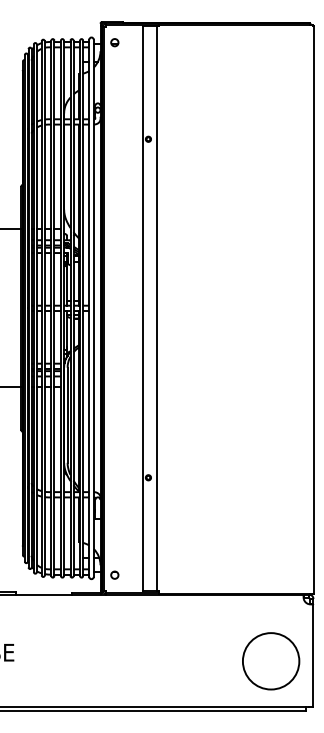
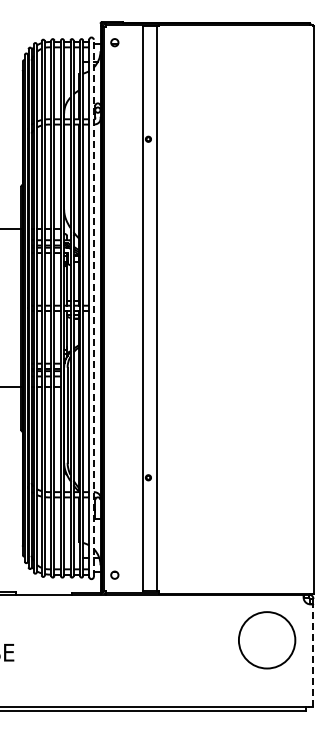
line at (93, 308): solid -> dashed
line at (313, 654): solid -> dashed
circle at (271, 661) position: (271, 661) -> (267, 640)
